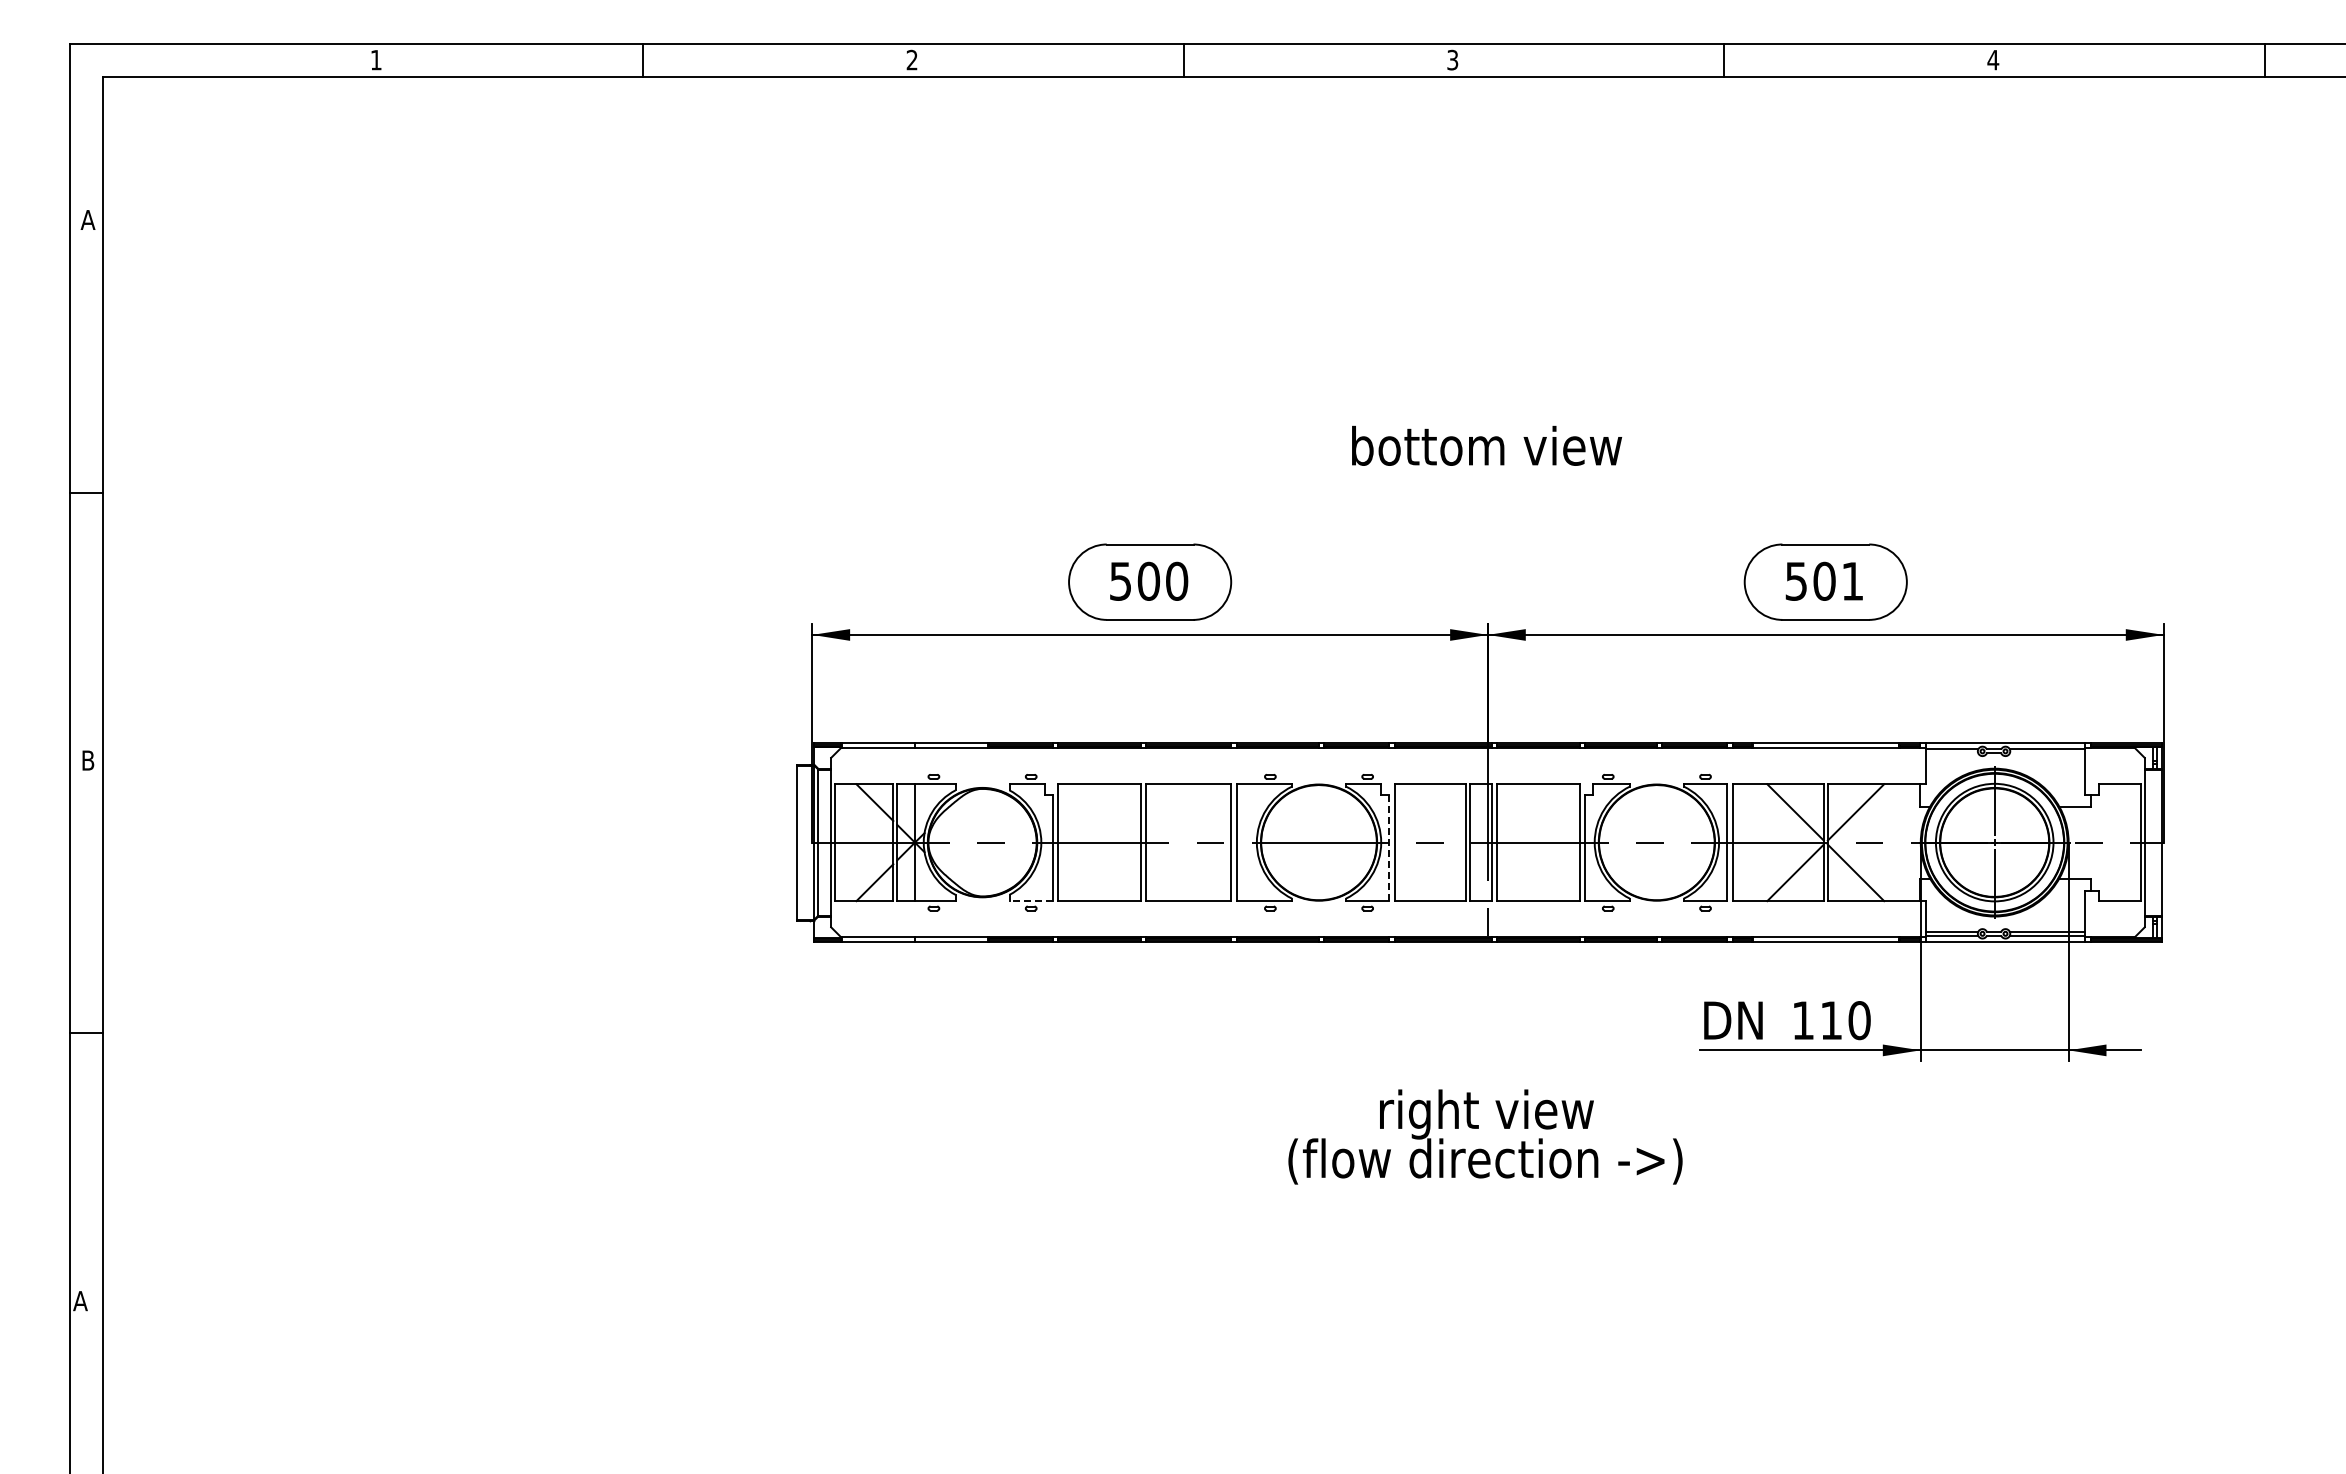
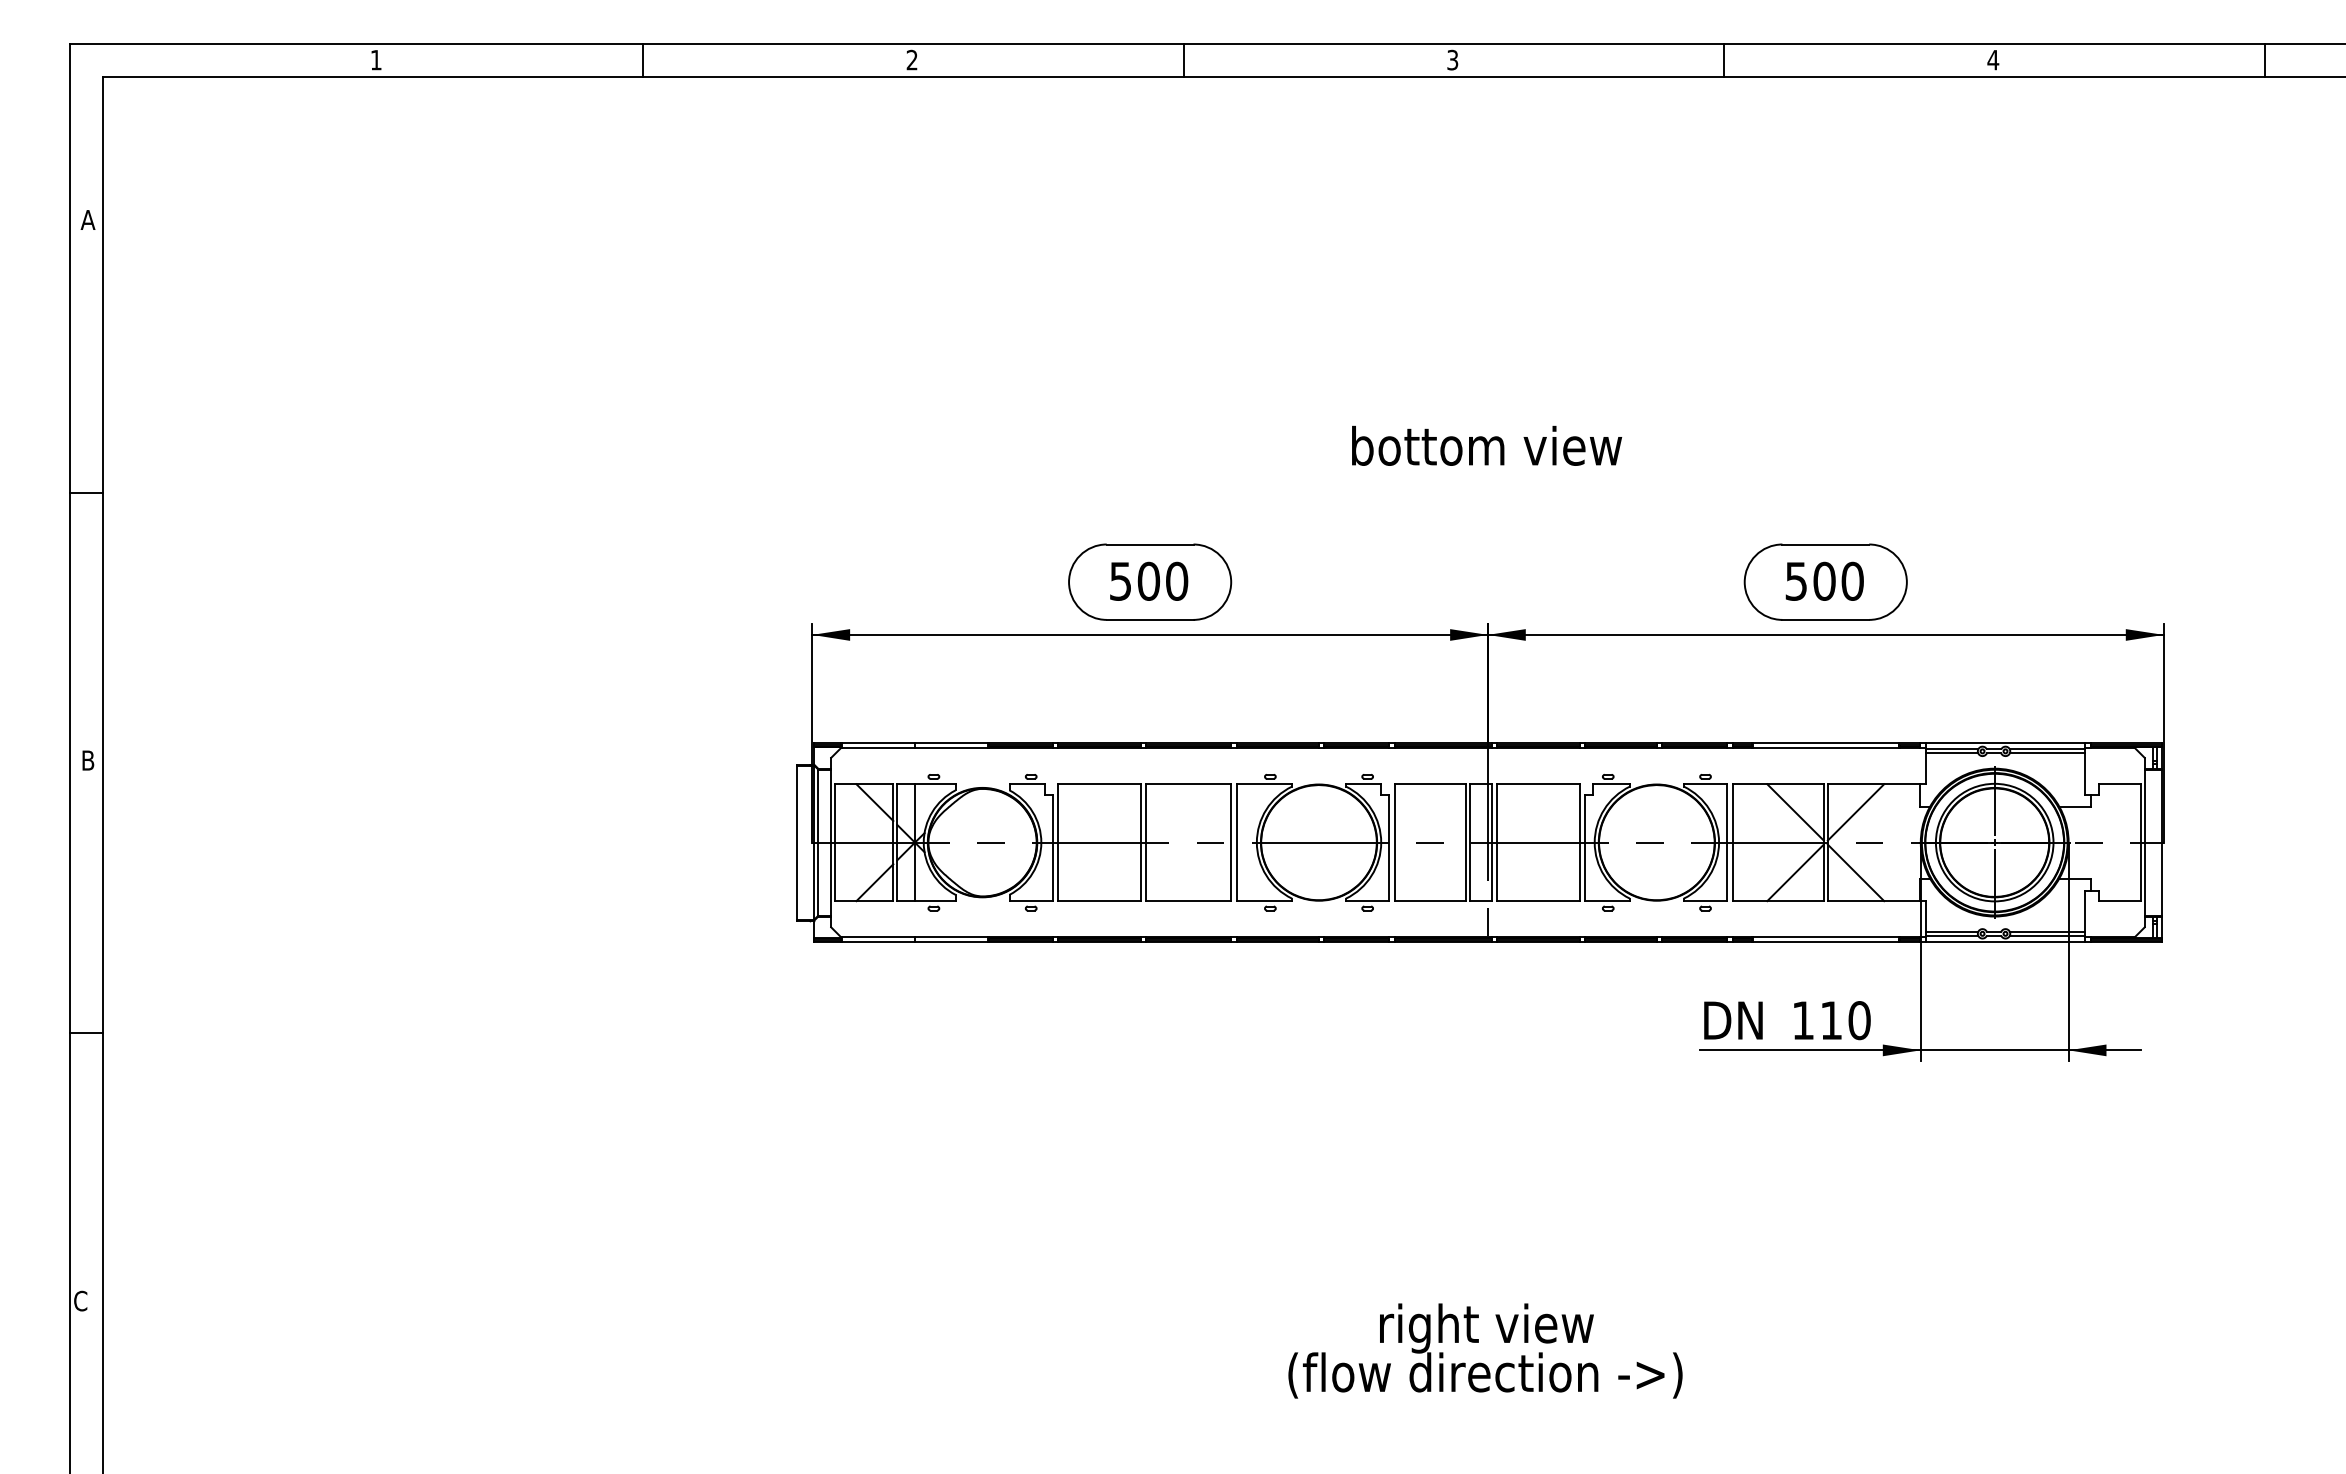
text at (1852, 580): 501 -> 500
line at (1951, 753): none -> present
line at (2047, 753): none -> present
line at (1389, 847): dashed -> solid
line at (1031, 901): dashed -> solid
text at (1485, 1136) position: (1485, 1136) -> (1485, 1350)
text at (80, 1300): A -> C
